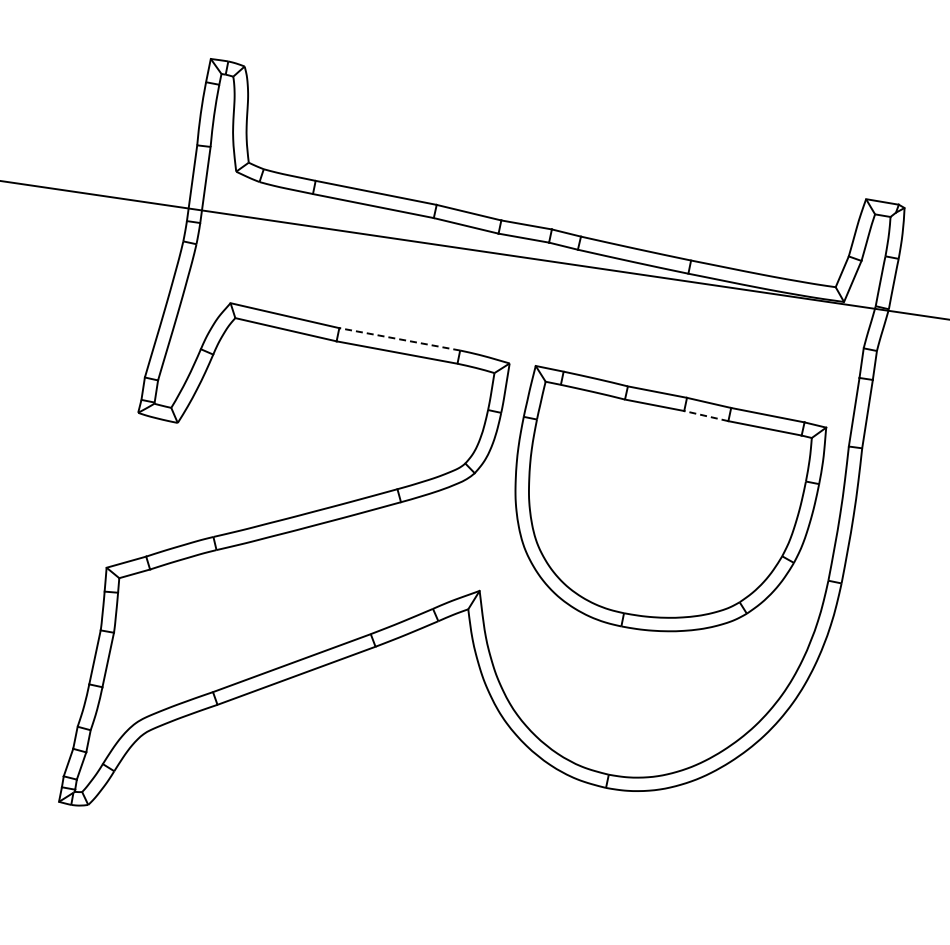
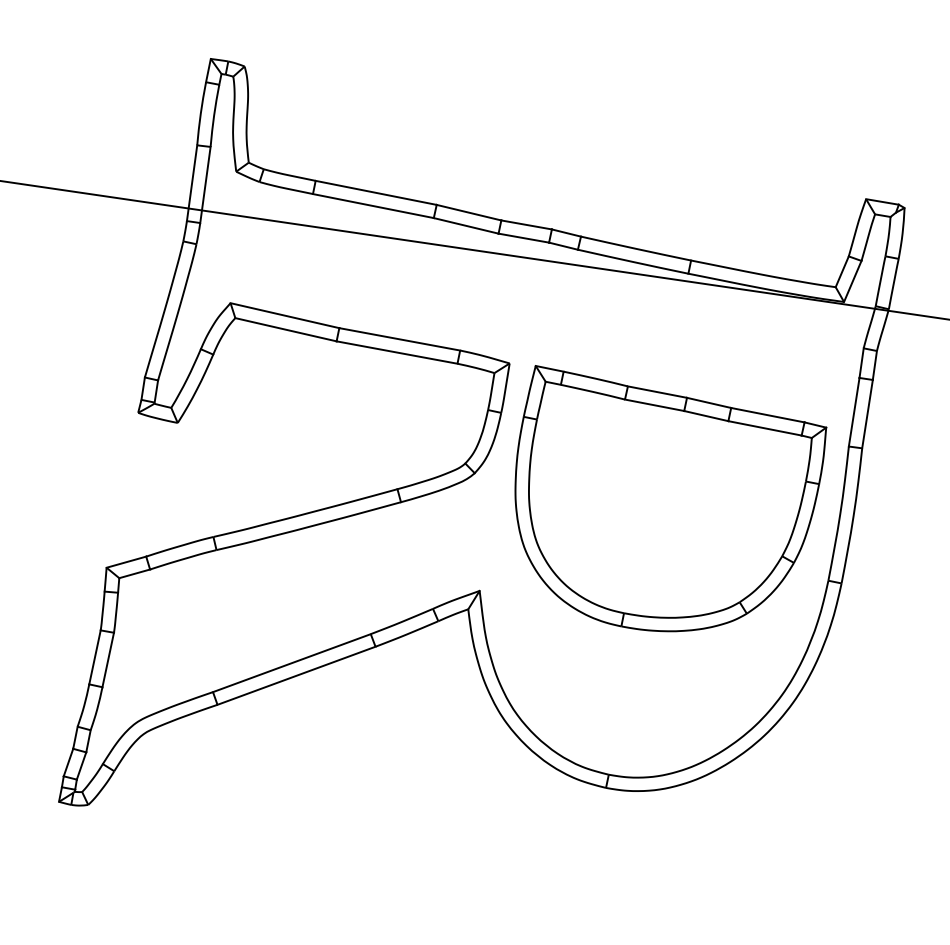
line at (399, 339): dashed -> solid
line at (706, 416): dashed -> solid
